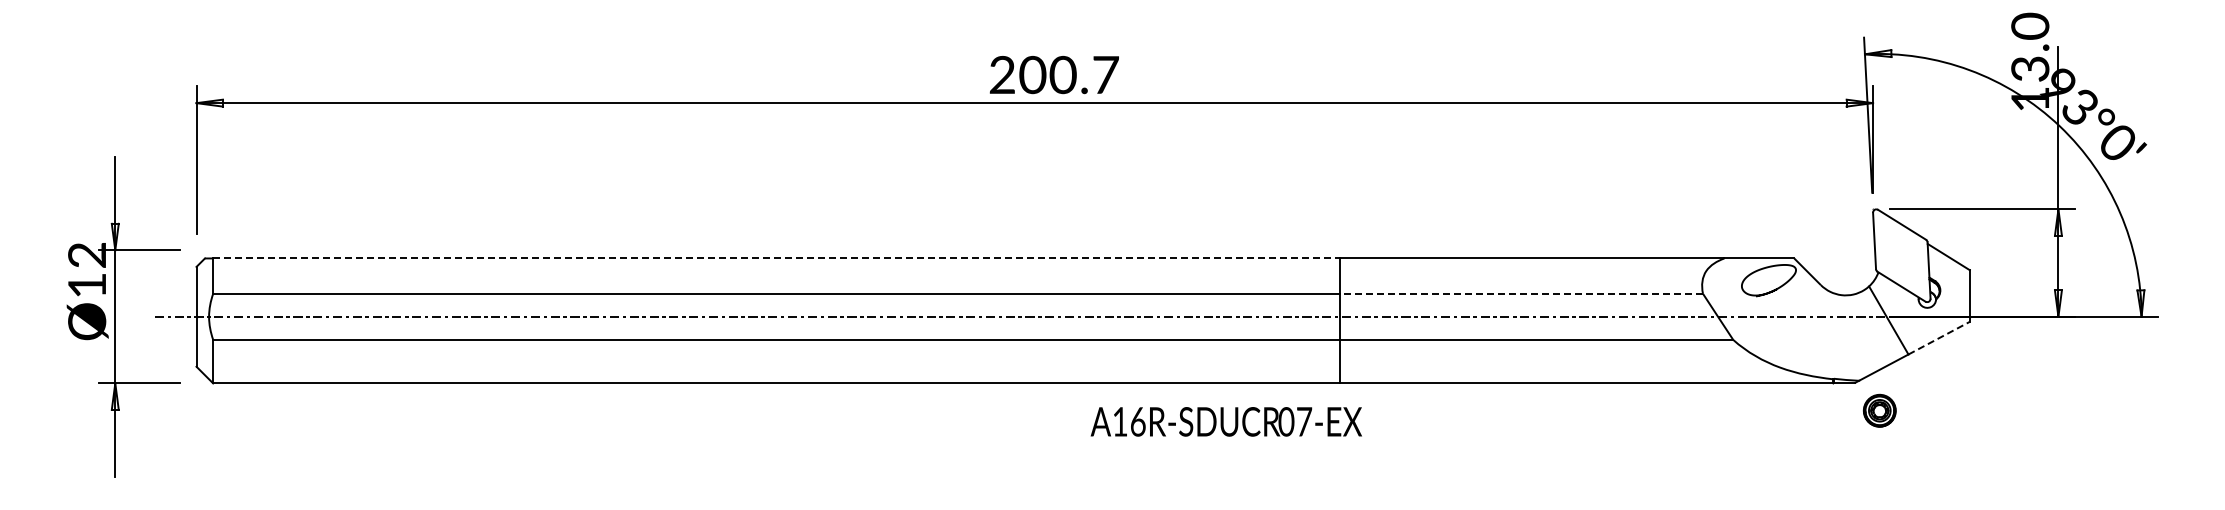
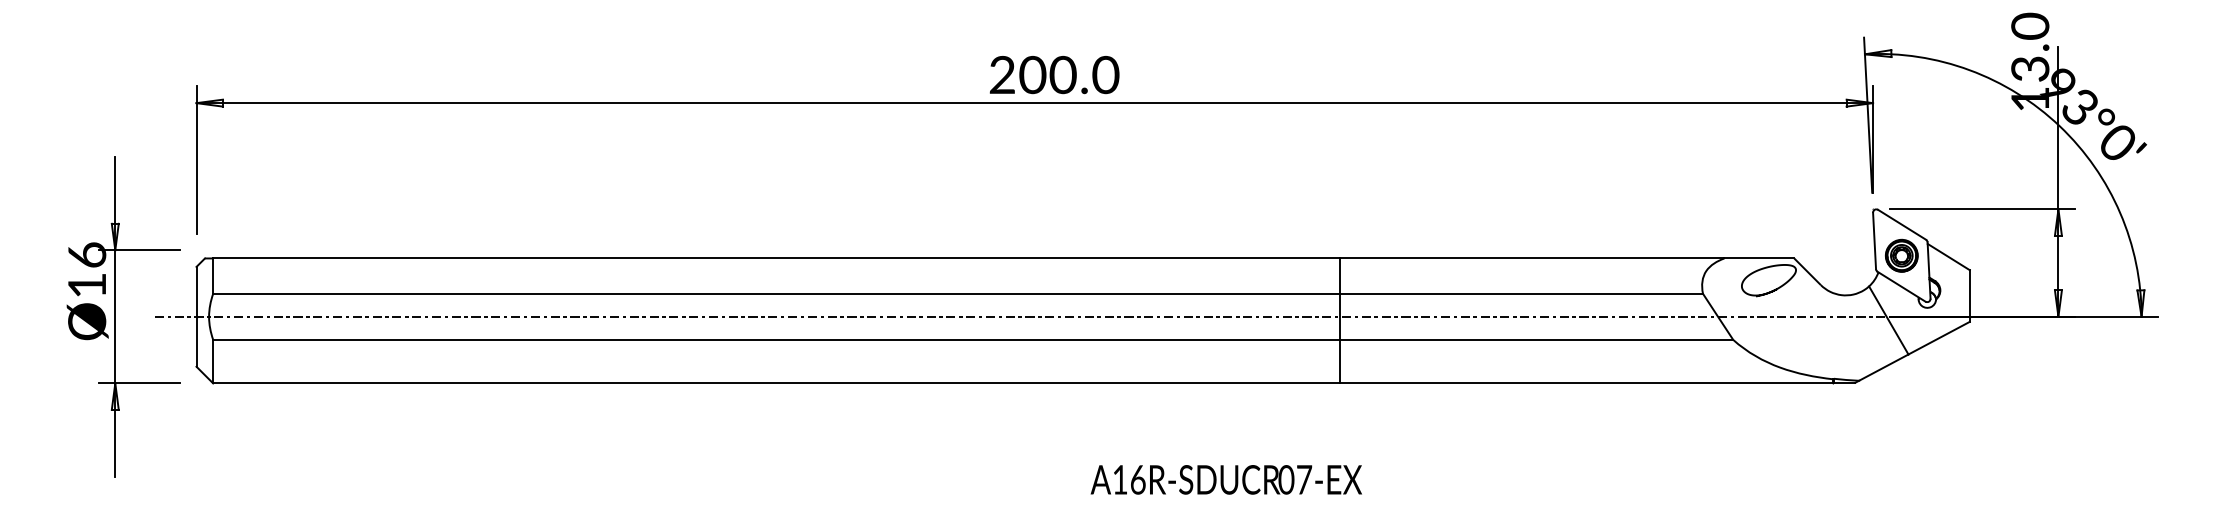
text at (1105, 74): 200.7 -> 200.0
text at (87, 254): Ø12 -> Ø16
line at (776, 258): dashed -> solid
line at (1521, 293): dashed -> solid
line at (1939, 338): dashed -> solid
part at (1879, 410) position: (1879, 410) -> (1901, 255)
text at (1225, 421) position: (1225, 421) -> (1225, 479)
